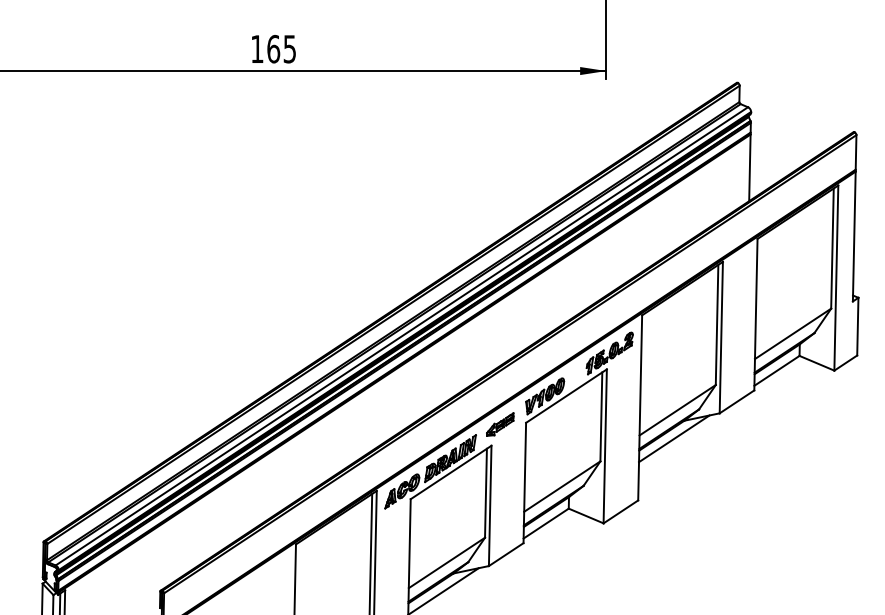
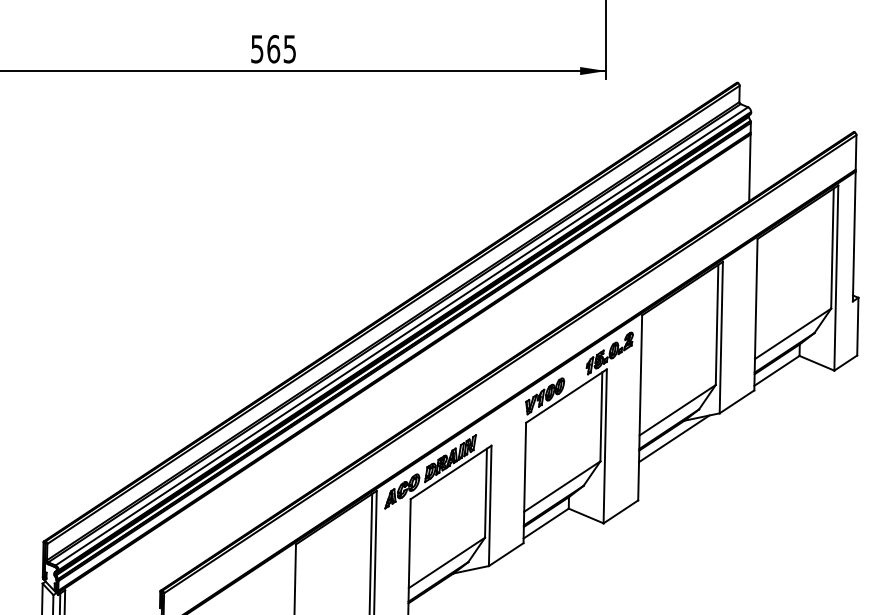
text at (257, 49): 165 -> 565
part at (500, 424): present -> none
line at (445, 589): present -> none
